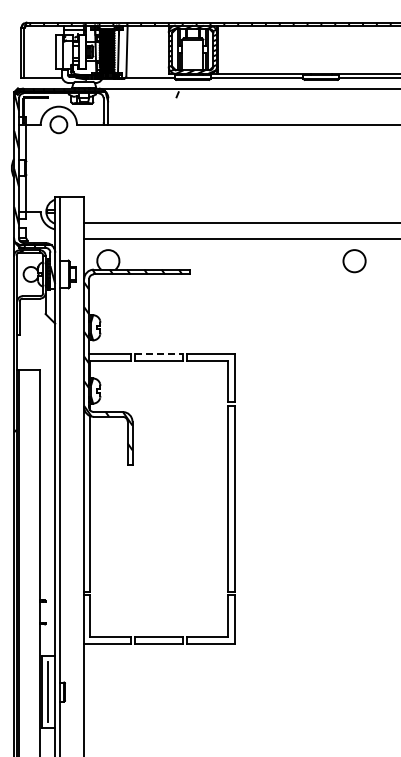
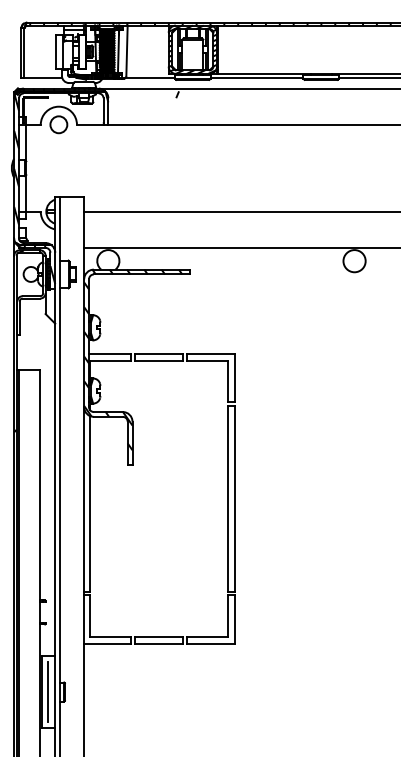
line at (240, 222) position: (240, 222) -> (240, 211)
line at (240, 238) position: (240, 238) -> (240, 247)
line at (159, 354): dashed -> solid
